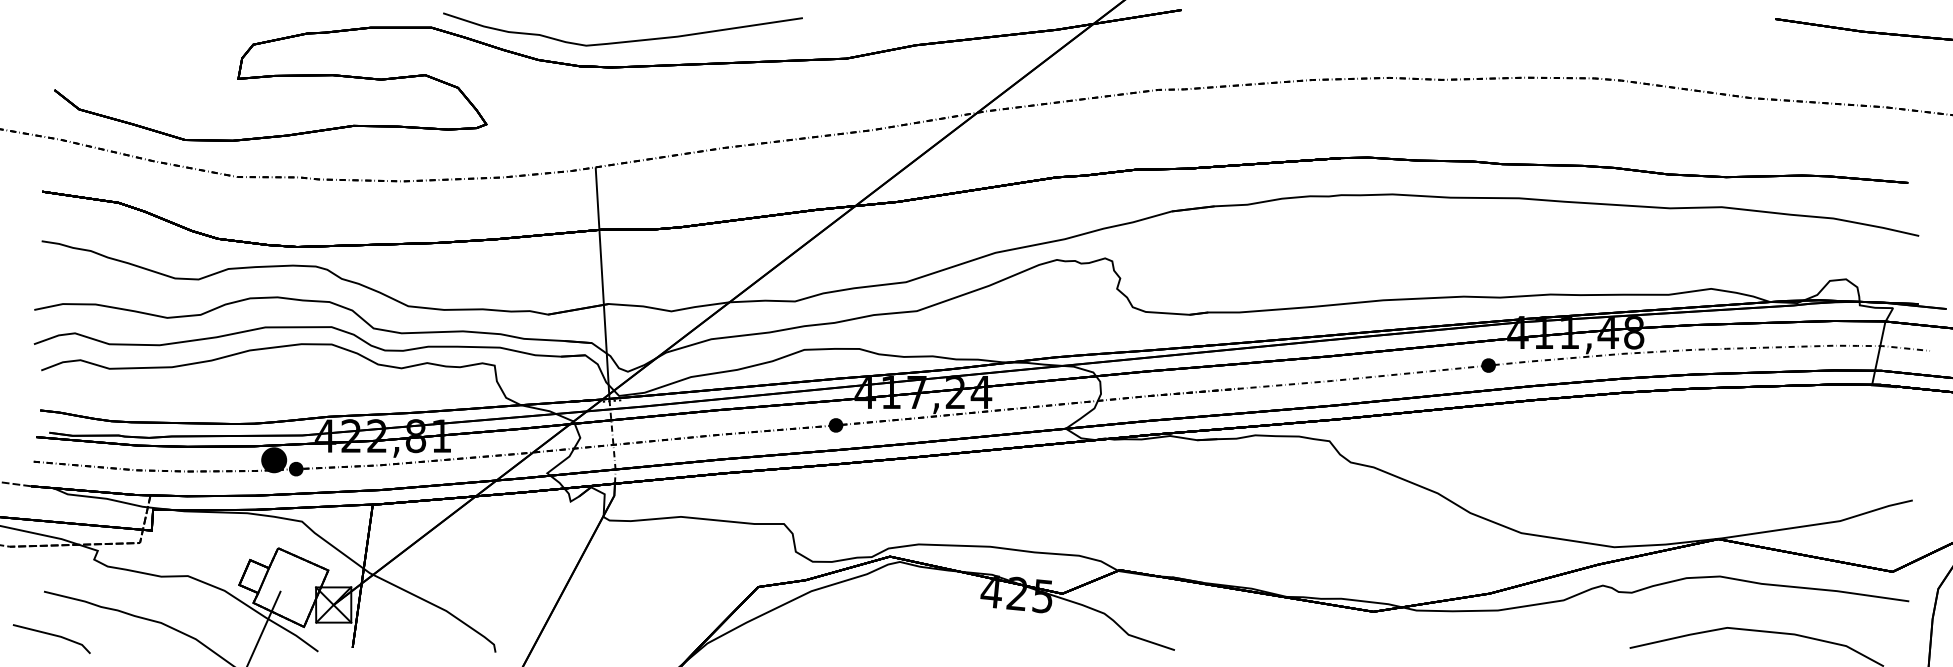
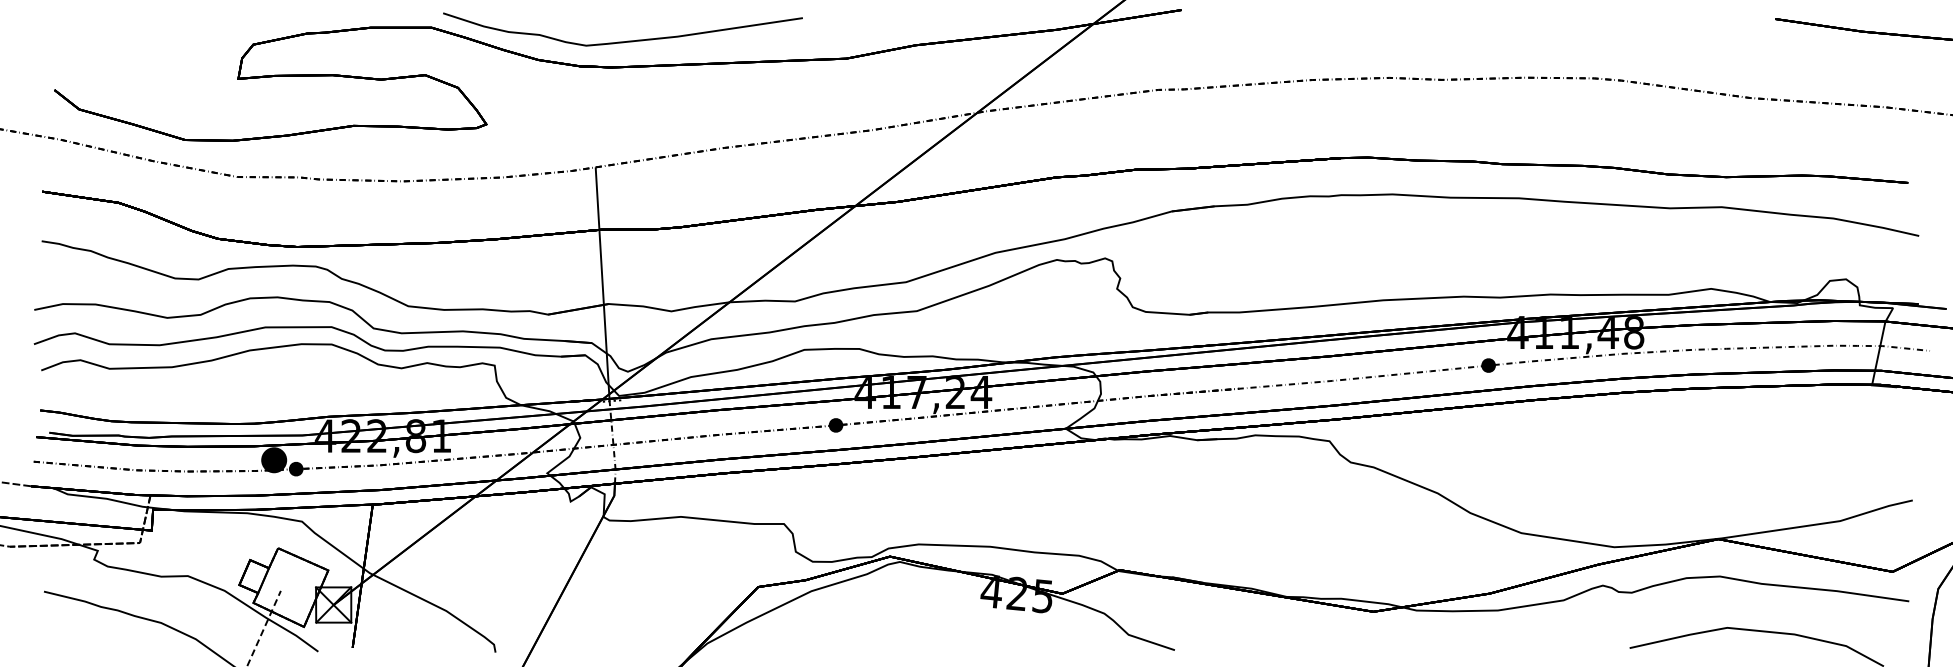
line at (264, 628): solid -> dashed
line at (51, 635): present -> none
